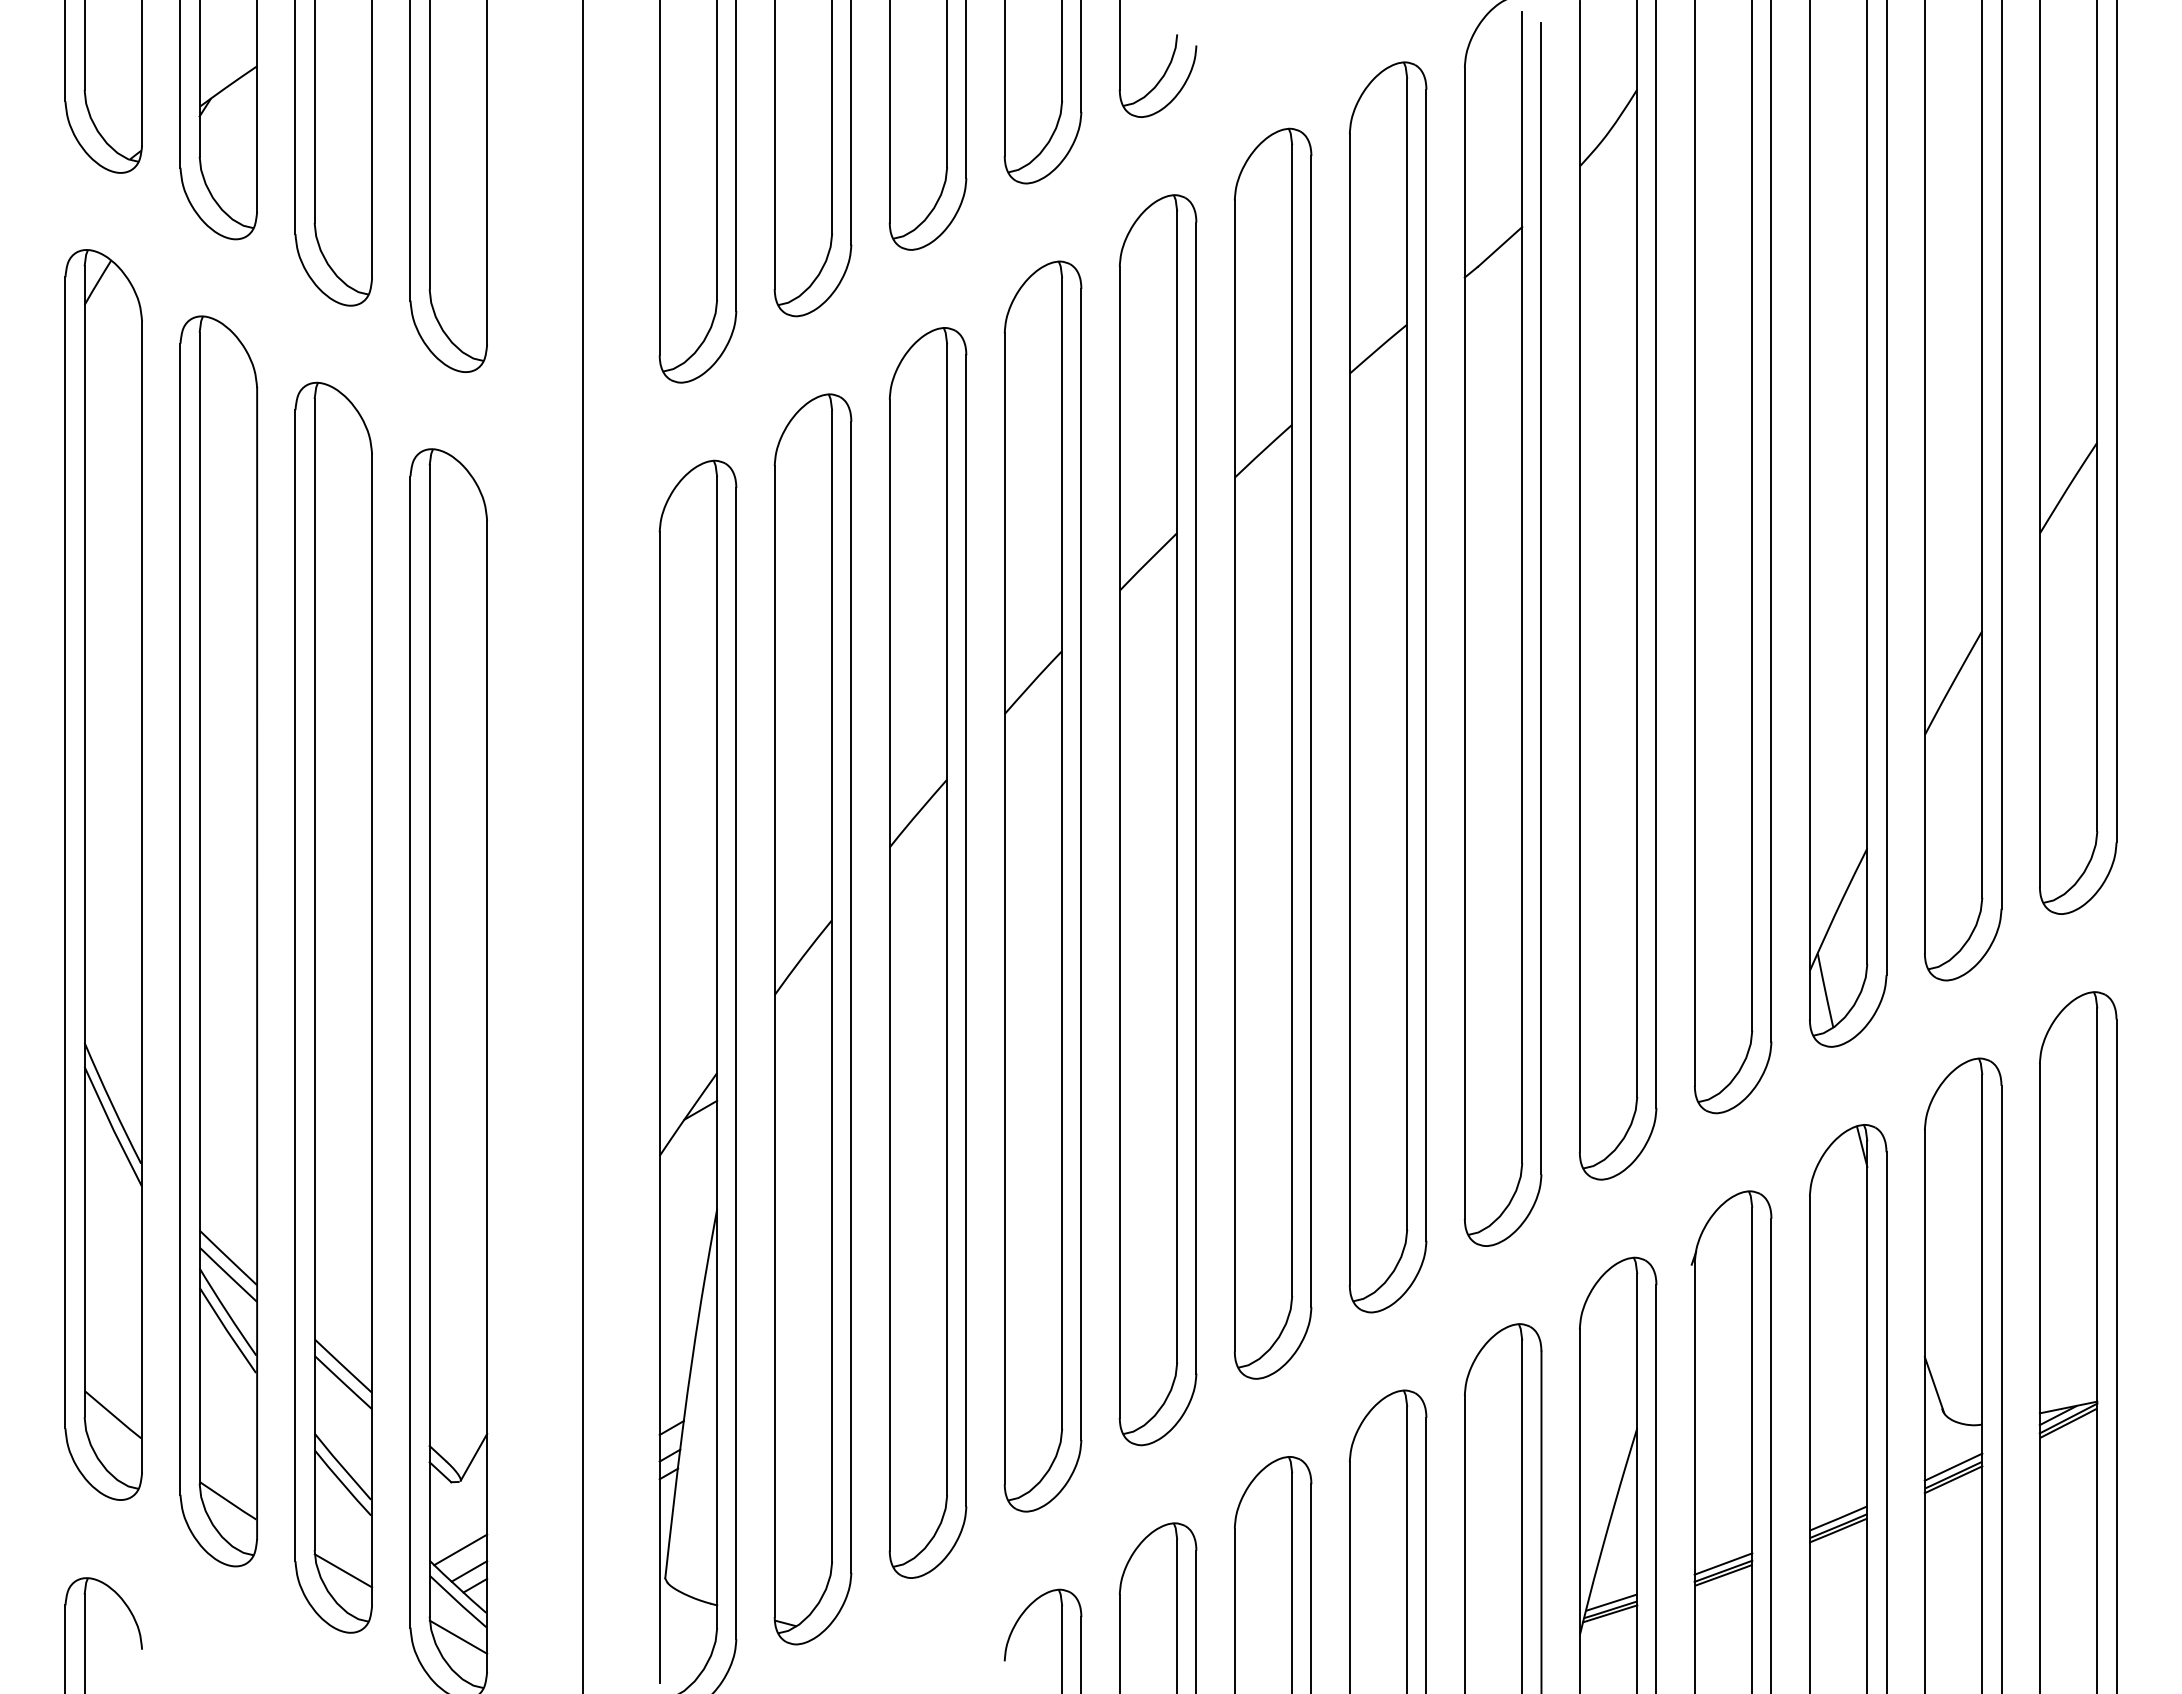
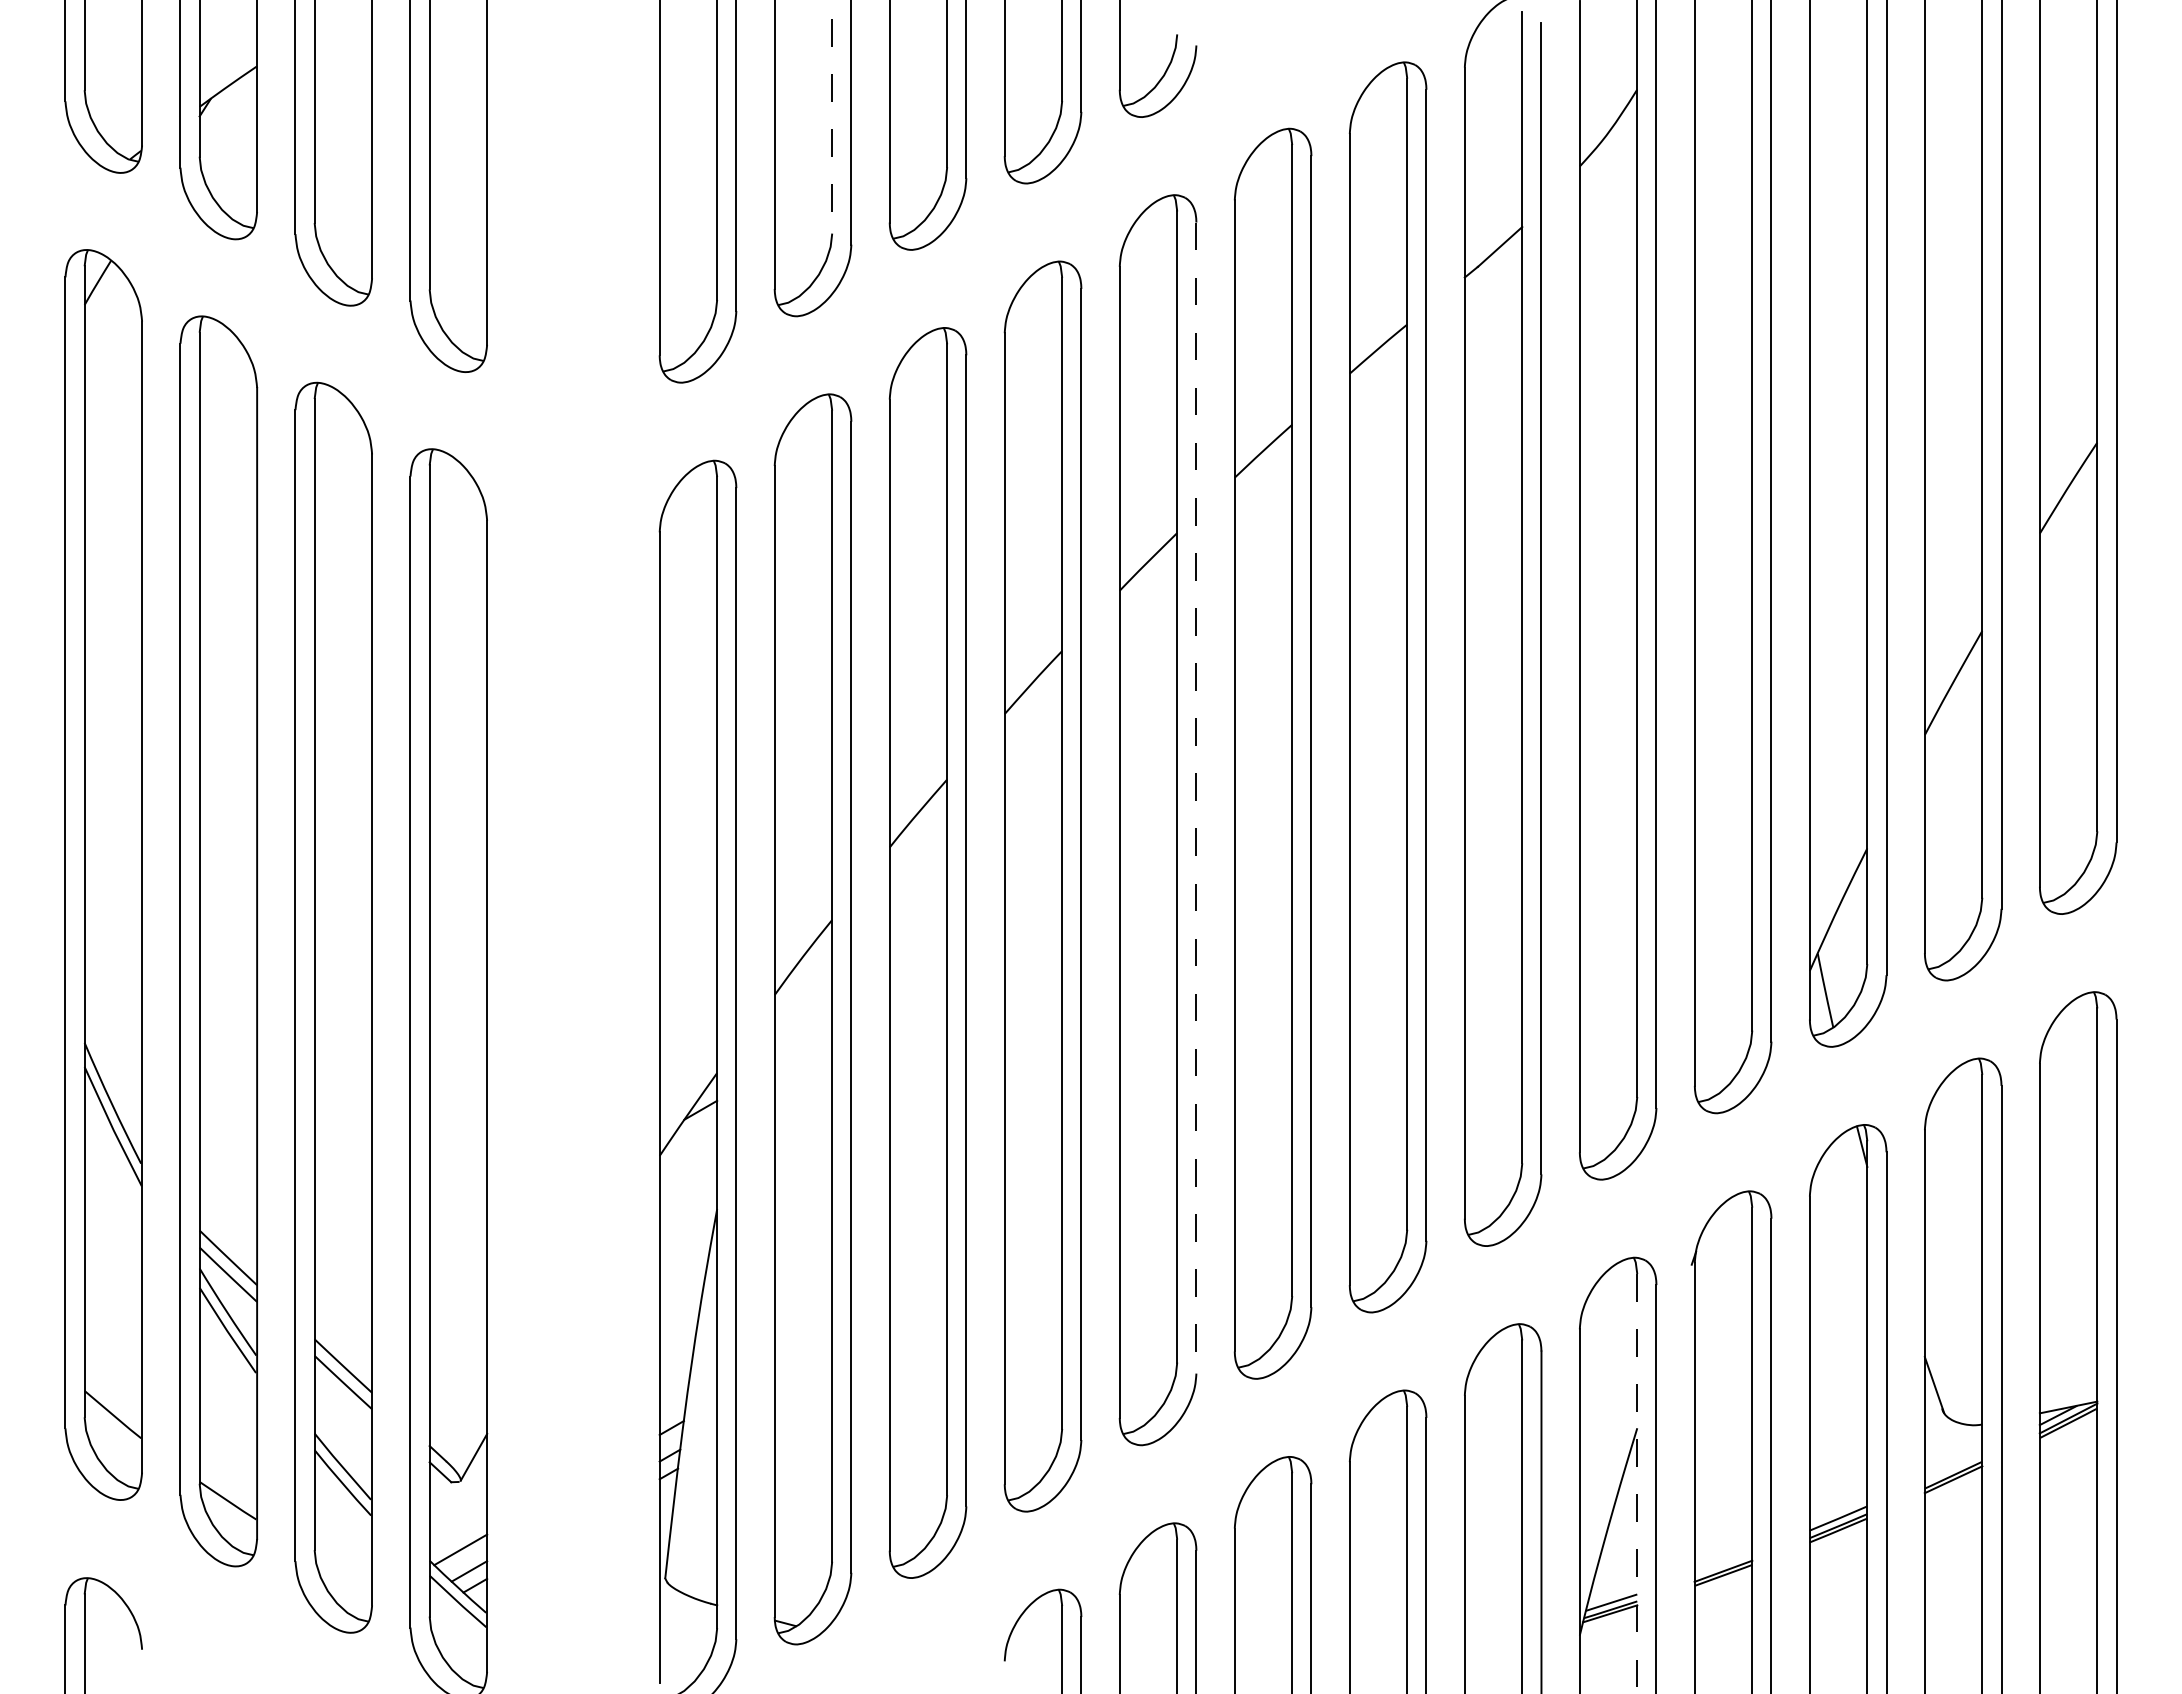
line at (832, 117): solid -> dashed
line at (1196, 798): solid -> dashed
line at (583, 846): present -> none
line at (1953, 1466): present -> none
line at (1637, 1483): solid -> dashed
line at (1723, 1563): present -> none
line at (343, 1570): present -> none
line at (458, 1636): present -> none
